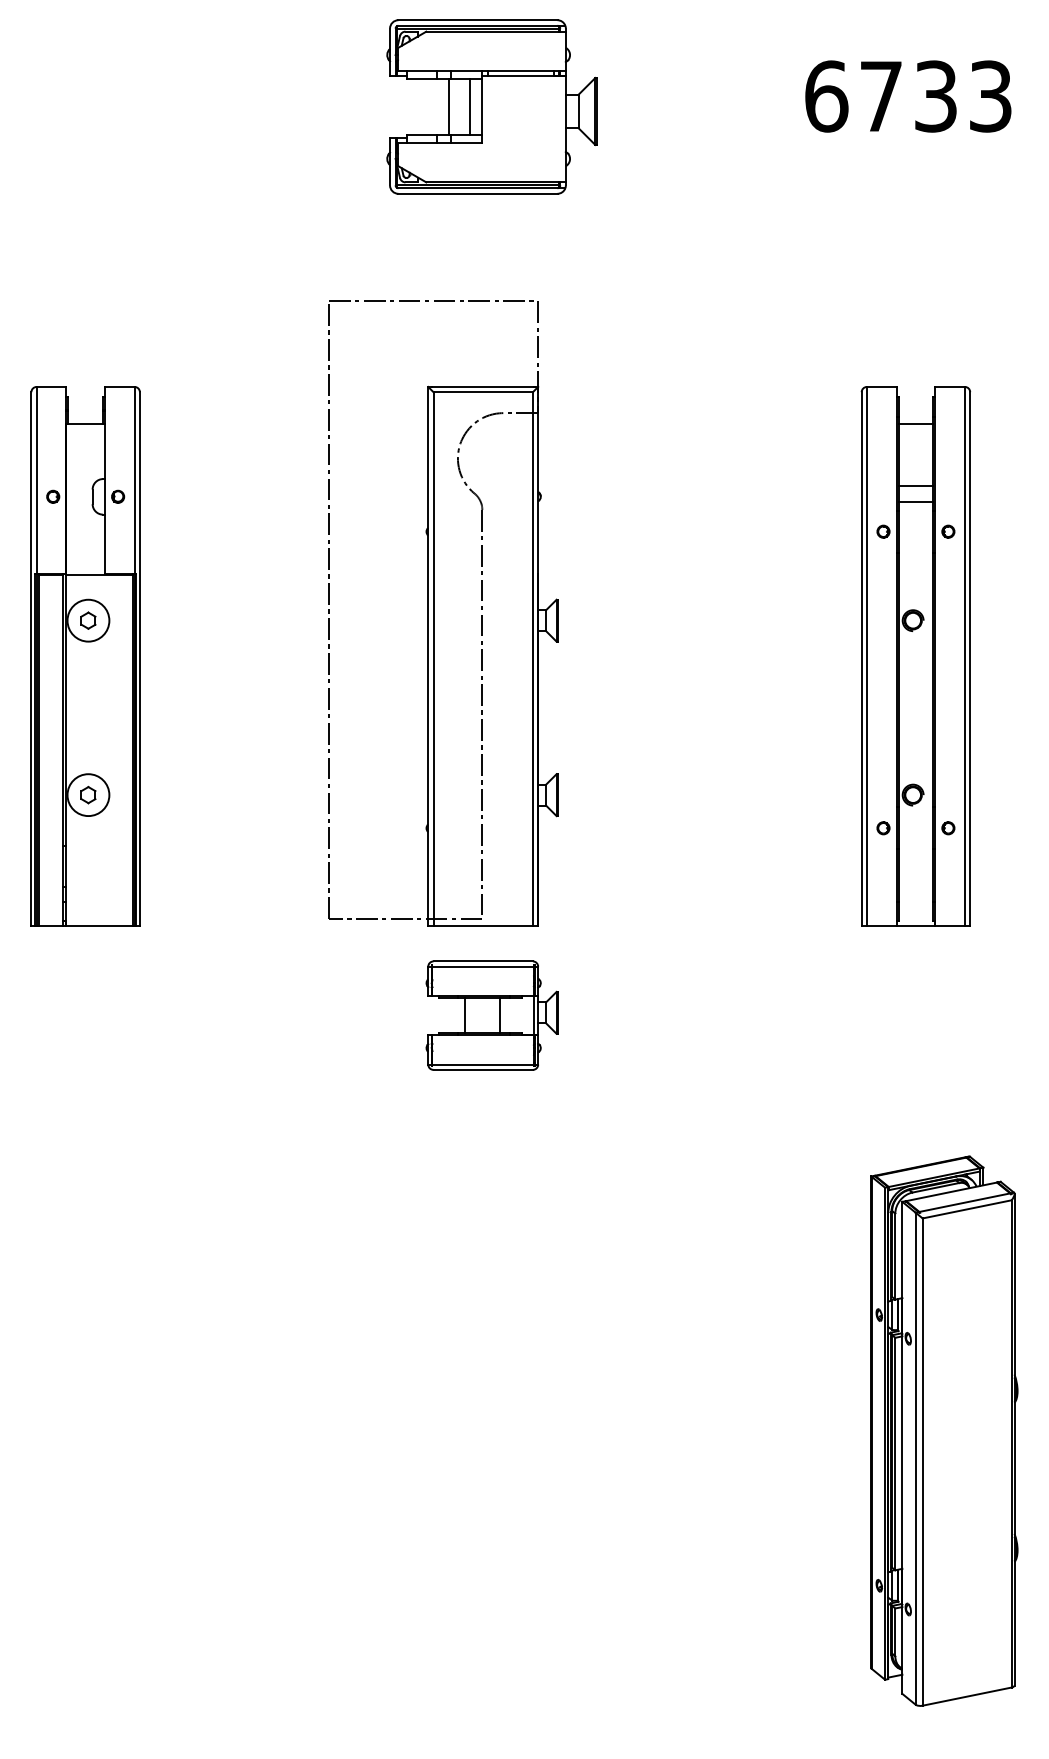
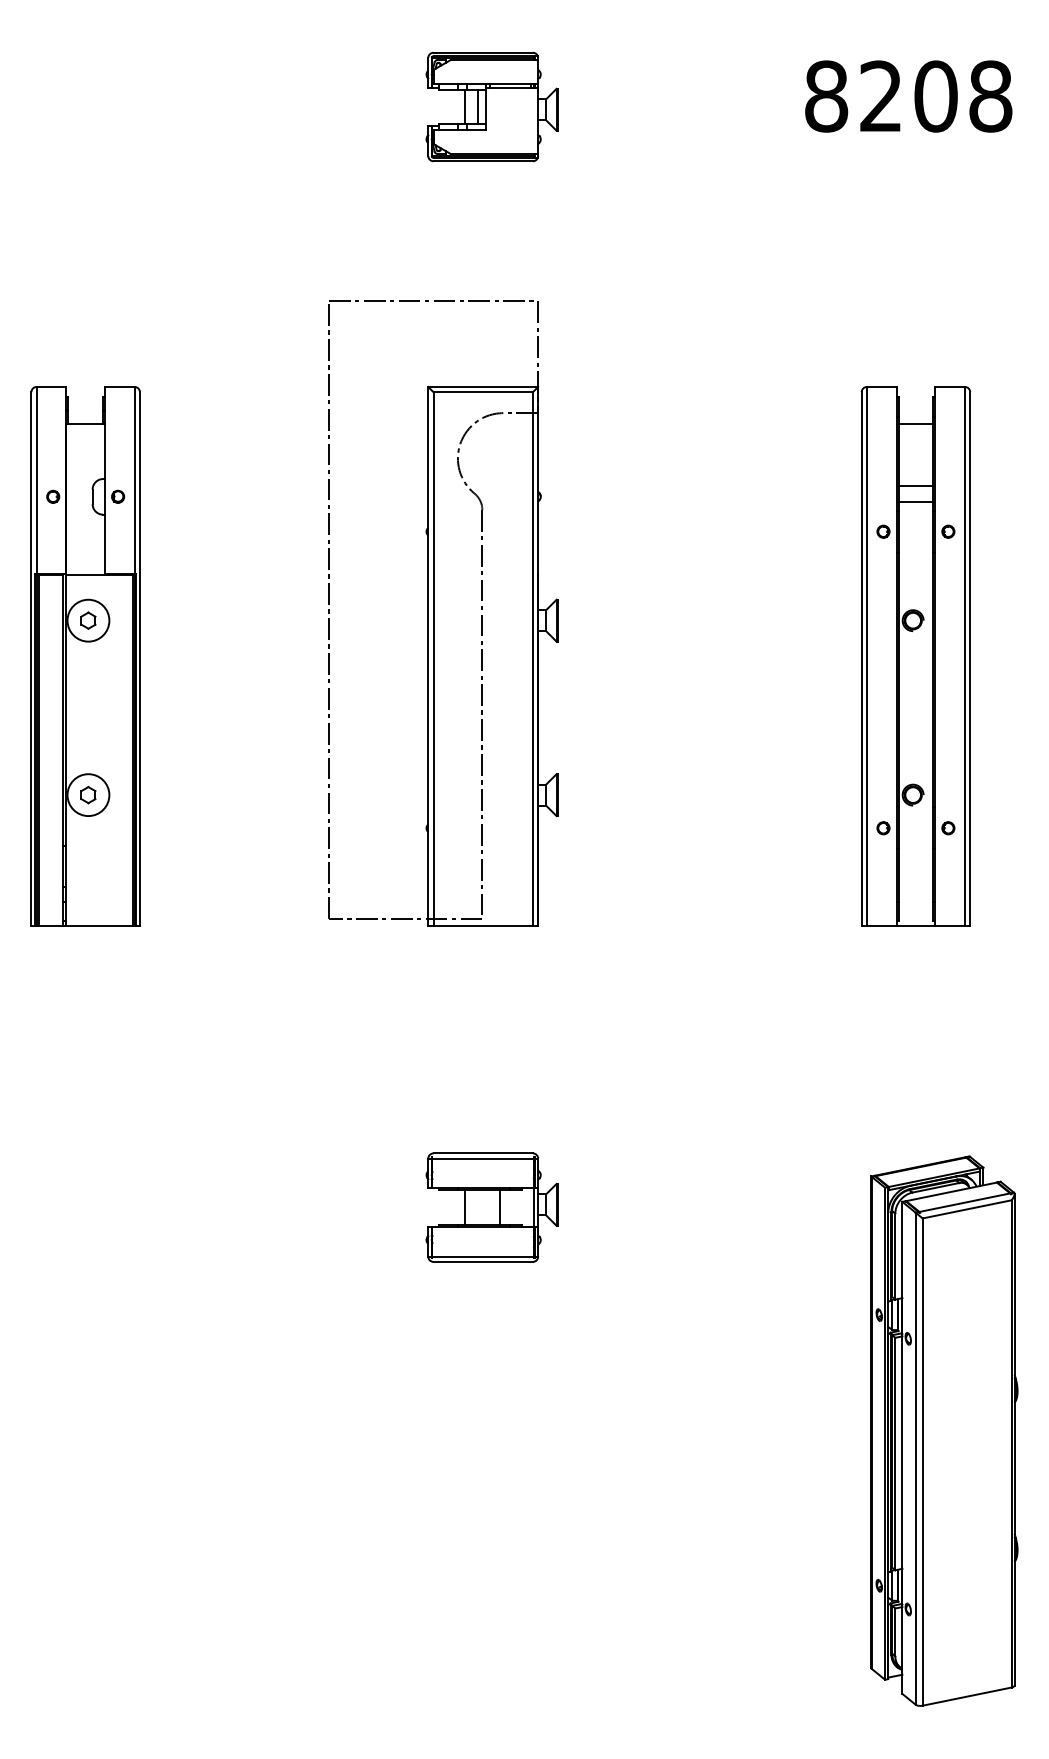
text at (908, 96): 6733 -> 8208
part at (491, 106) size: 212x176 px -> 134x112 px
part at (491, 1015) position: (491, 1015) -> (491, 1207)
